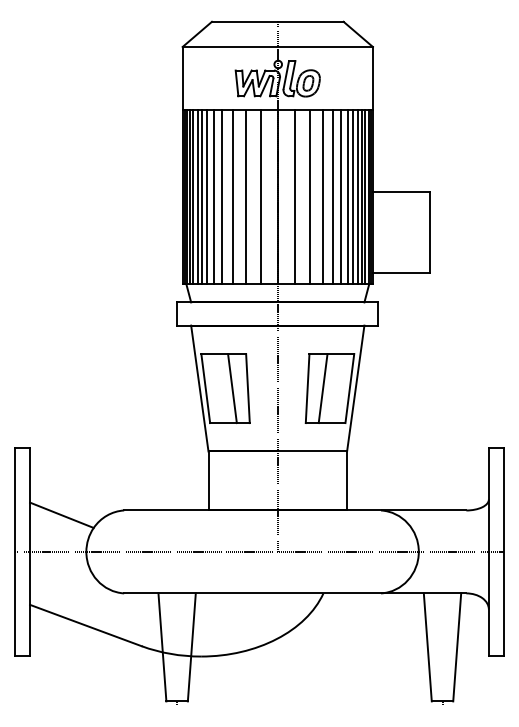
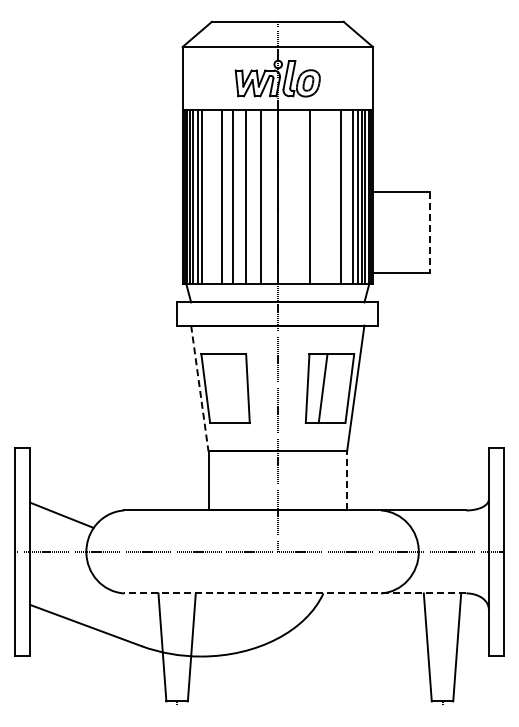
line at (207, 197): present -> none
line at (214, 197): present -> none
line at (295, 197): present -> none
line at (322, 197): present -> none
line at (333, 197): present -> none
line at (348, 197): present -> none
line at (430, 232): solid -> dashed
line at (199, 388): solid -> dashed
line at (232, 388): present -> none
line at (347, 480): solid -> dashed
line at (294, 593): solid -> dashed
